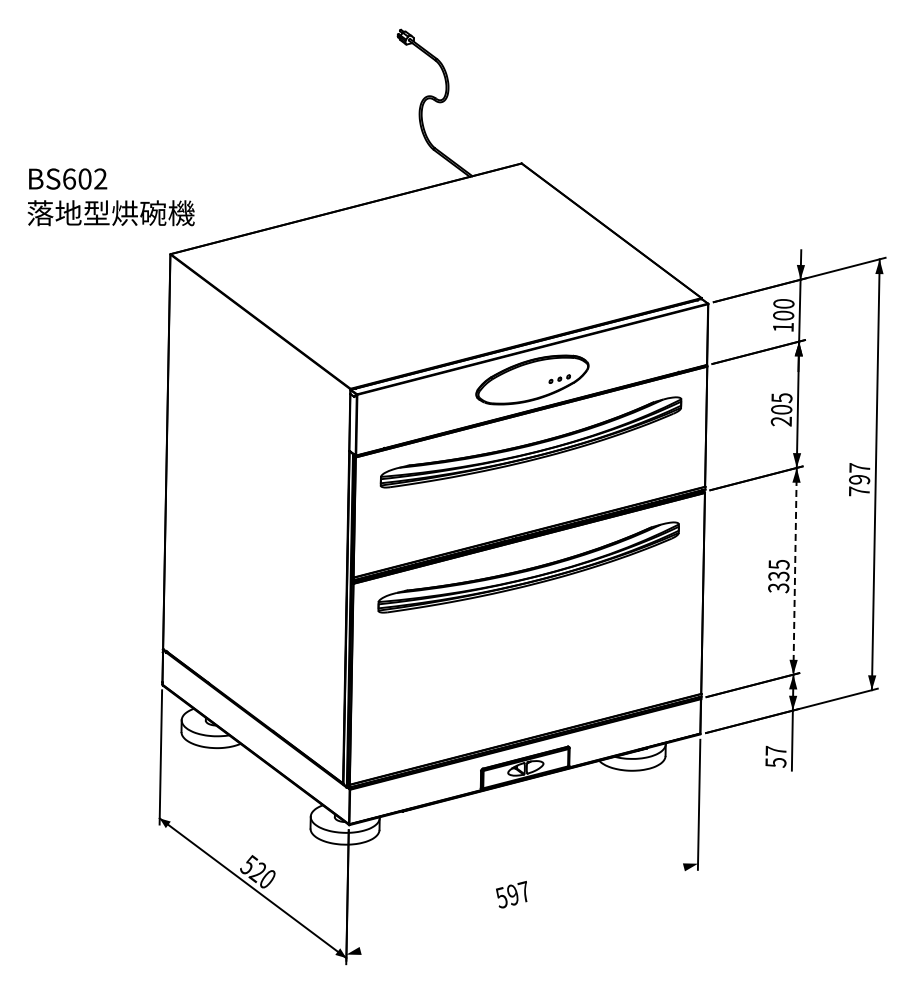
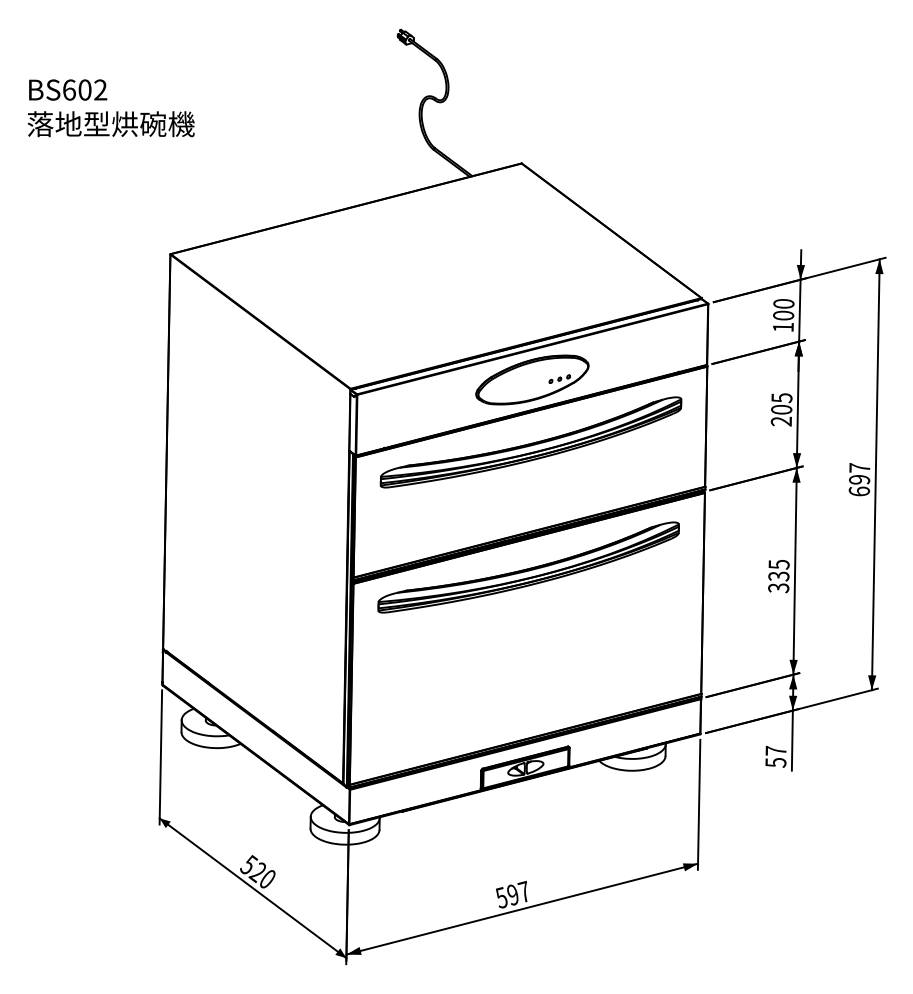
text at (110, 197) position: (110, 197) -> (110, 108)
text at (858, 491): 797 -> 697
line at (795, 571): dashed -> solid
line at (522, 908): none -> present
